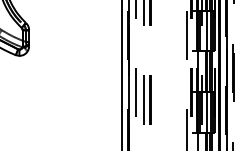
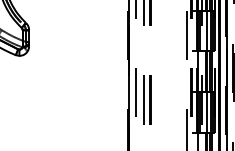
line at (121, 74): present -> none
